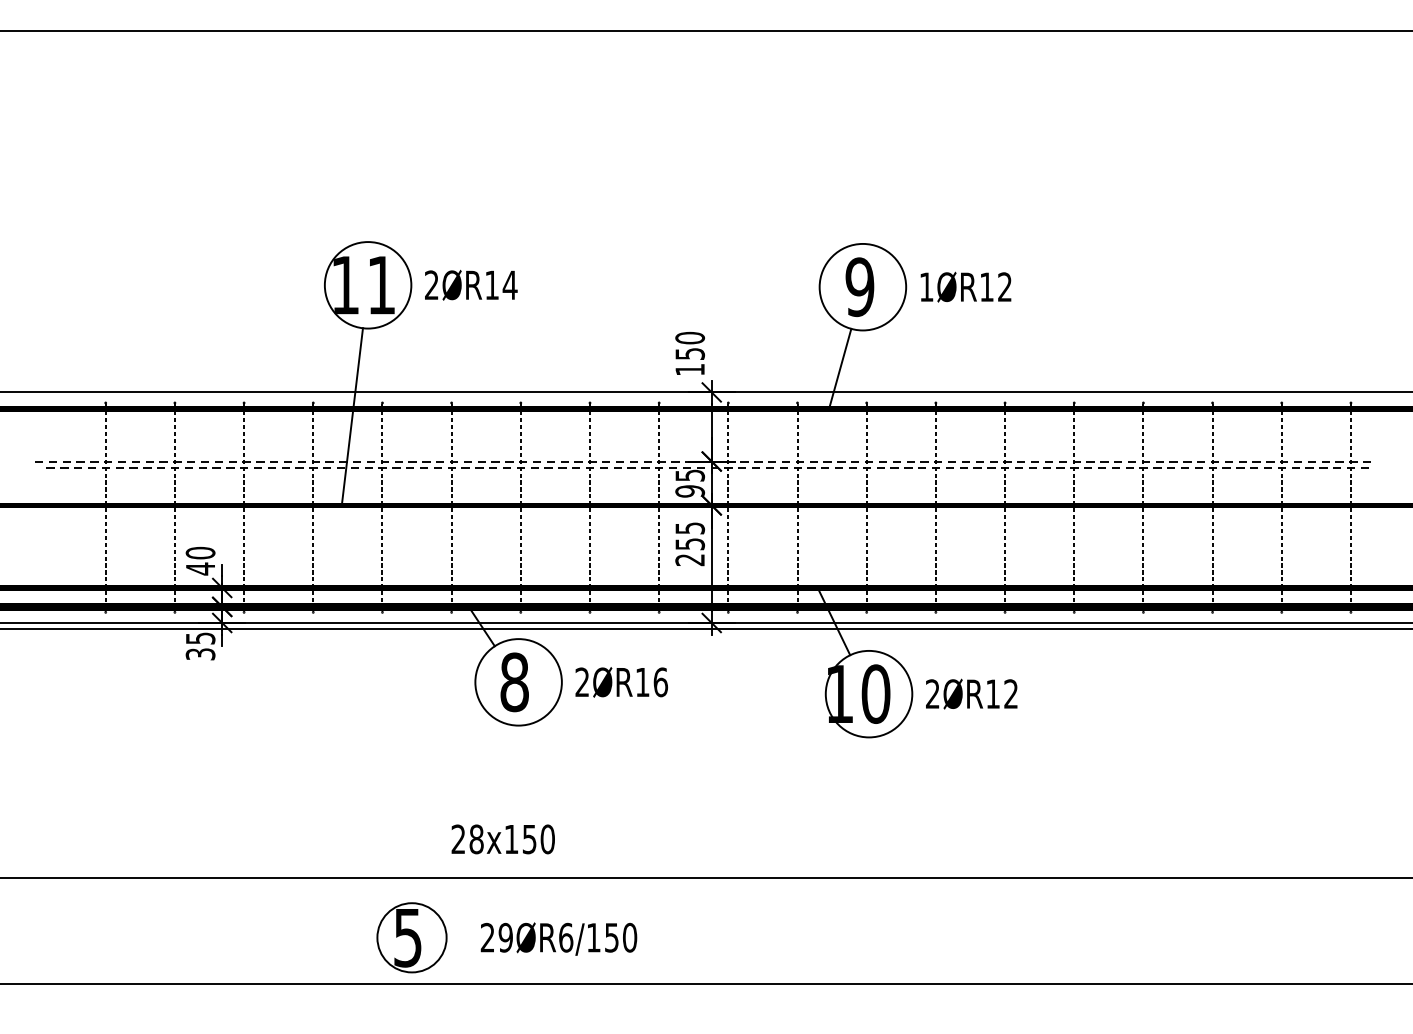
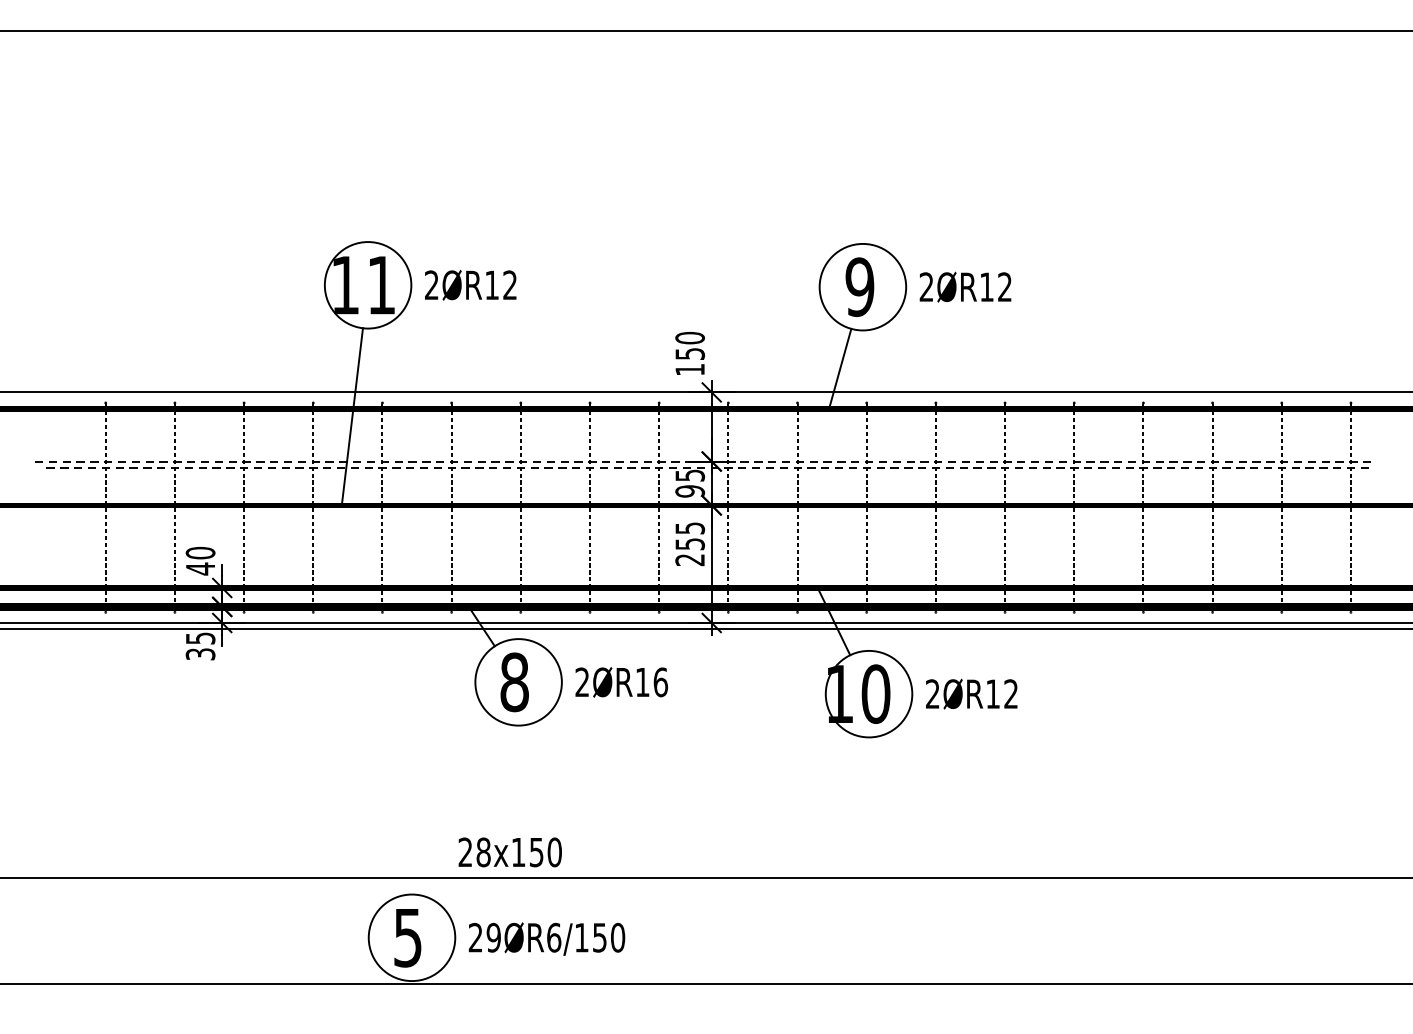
text at (509, 284): 2ØR14 -> 2ØR12
text at (926, 286): 1ØR12 -> 2ØR12
text at (502, 839) position: (502, 839) -> (509, 852)
circle at (411, 937) diameter: 69 px -> 87 px
text at (558, 938) position: (558, 938) -> (546, 938)
